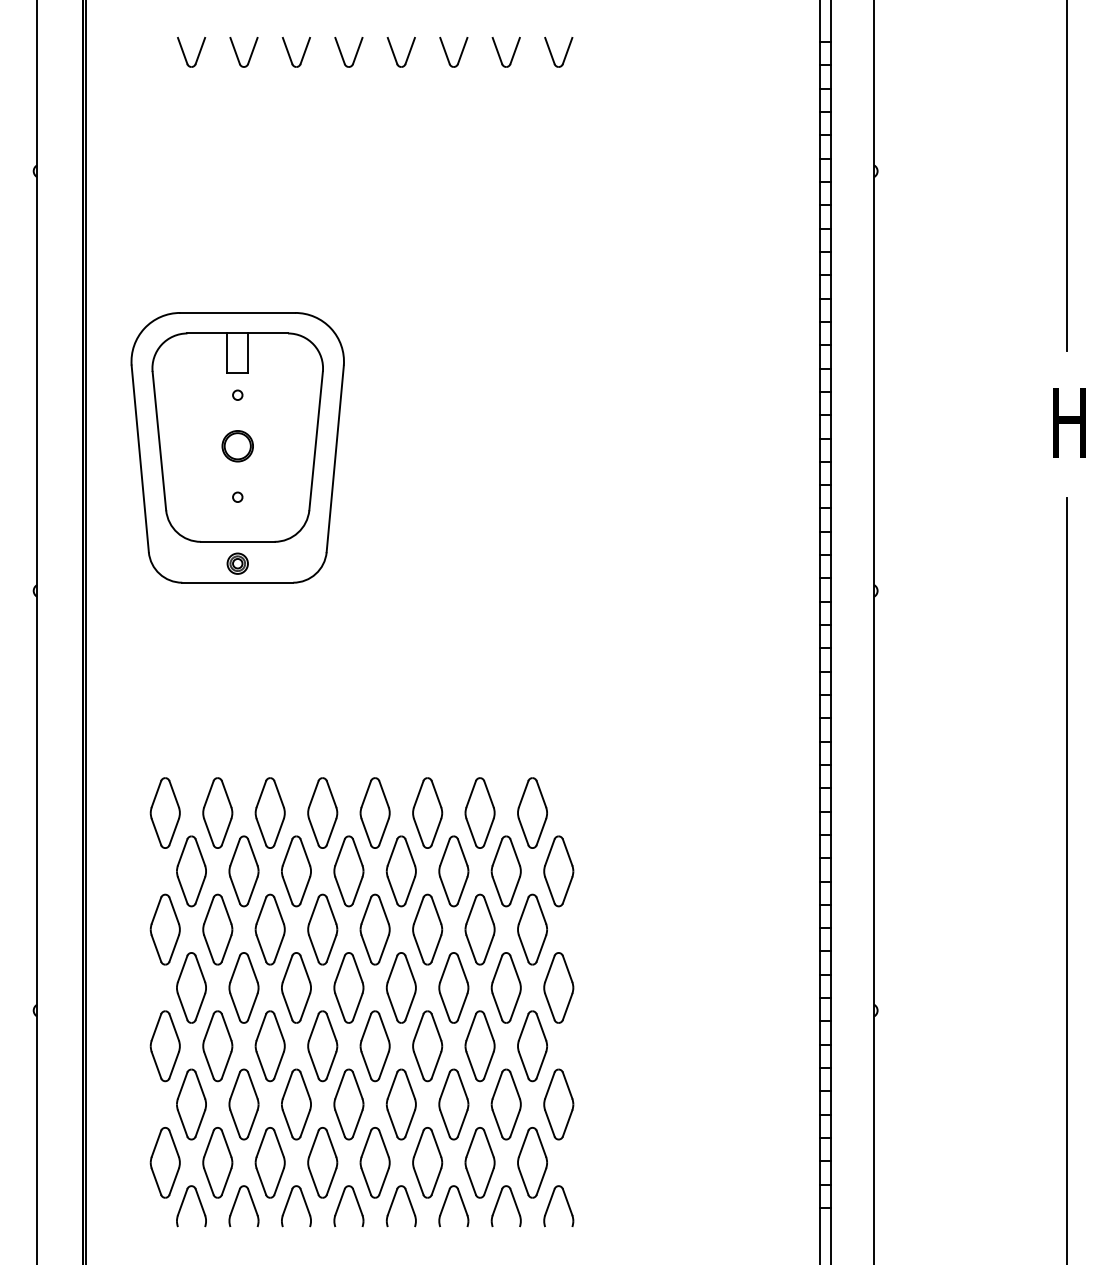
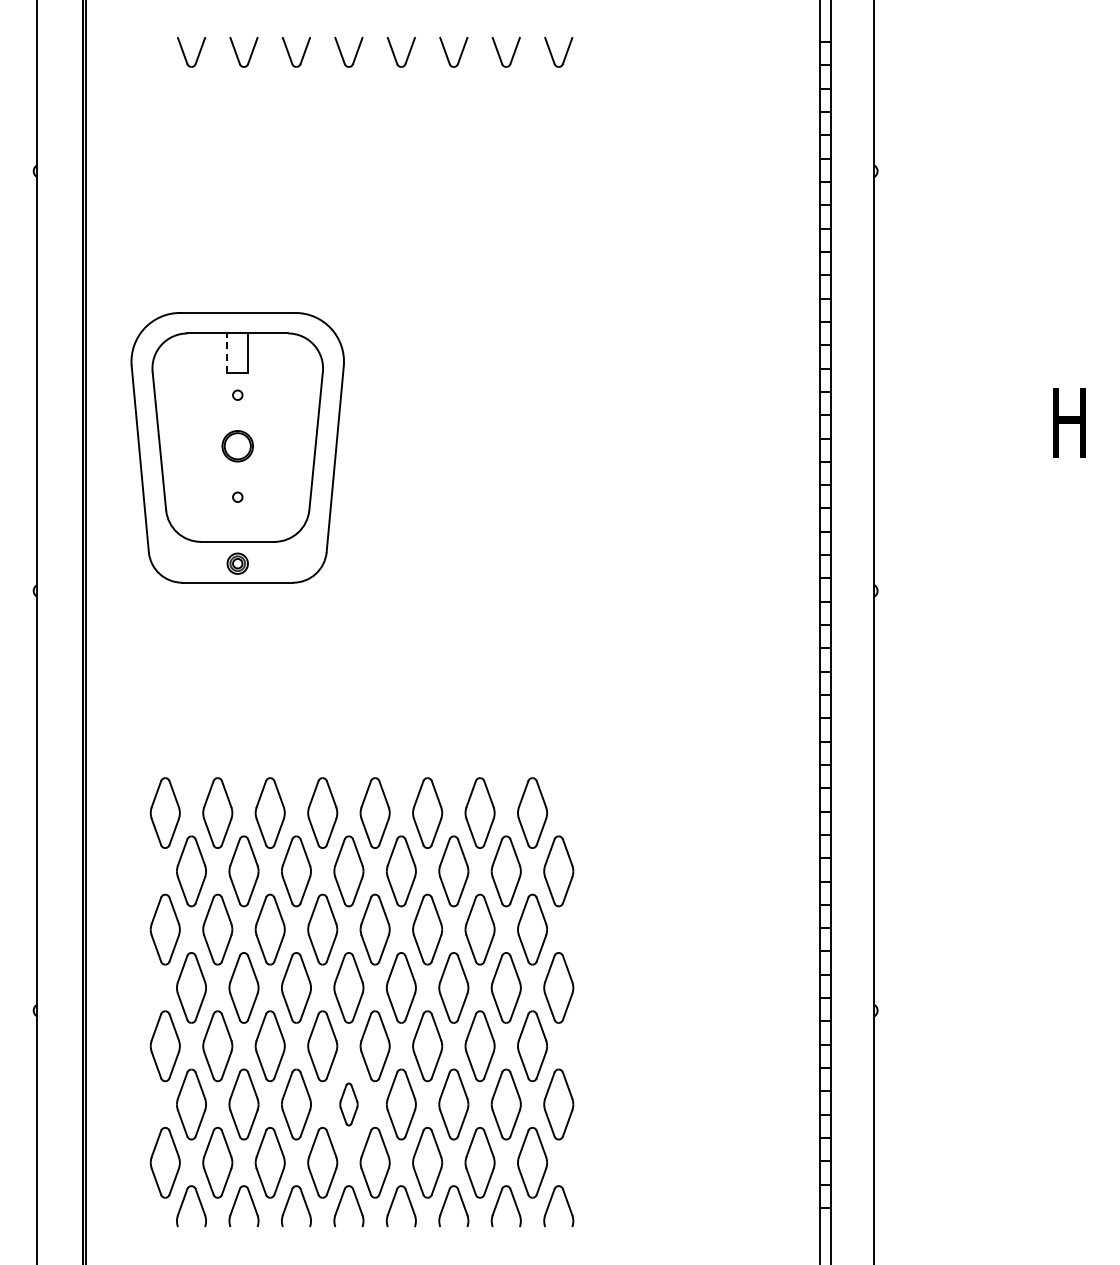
line at (1067, 176): present -> none
line at (227, 353): solid -> dashed
line at (1067, 879): present -> none
part at (348, 1104) size: 32x73 px -> 20x45 px
